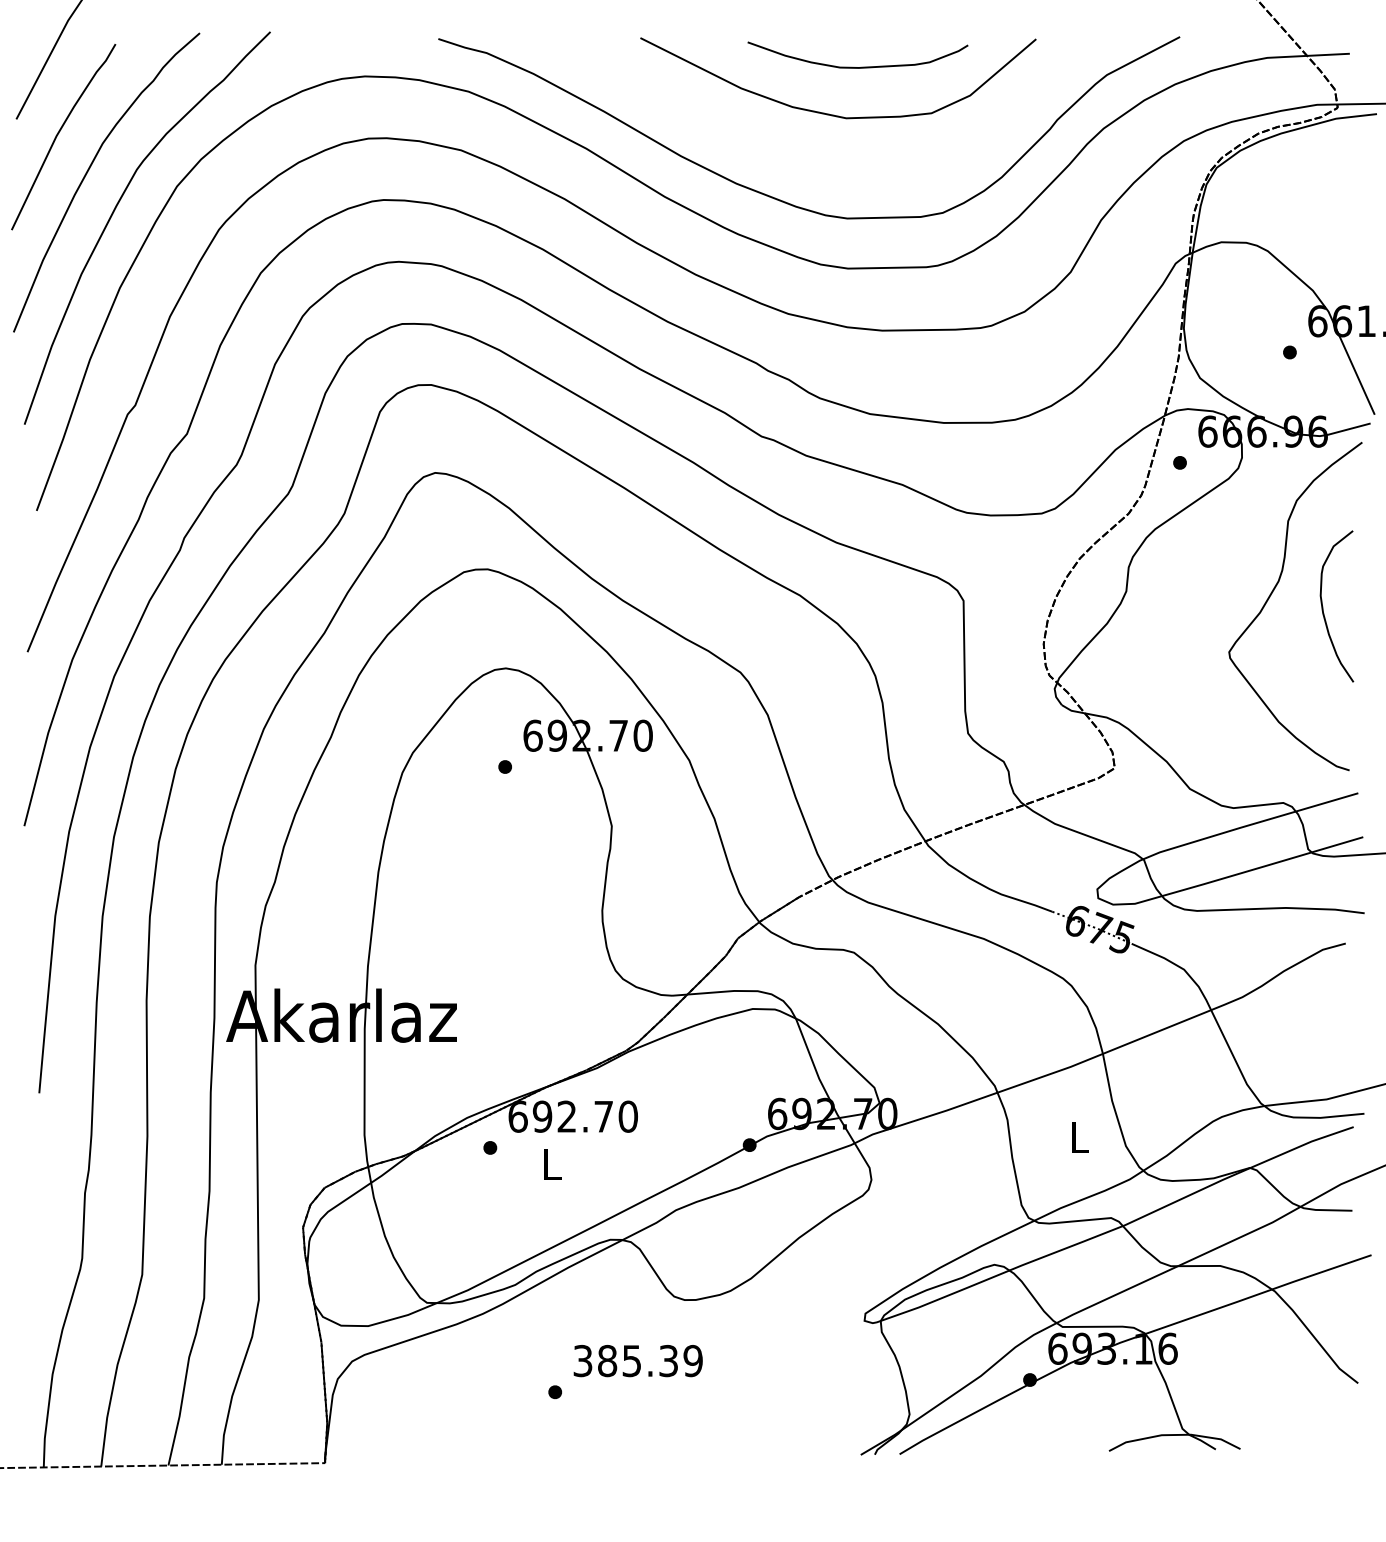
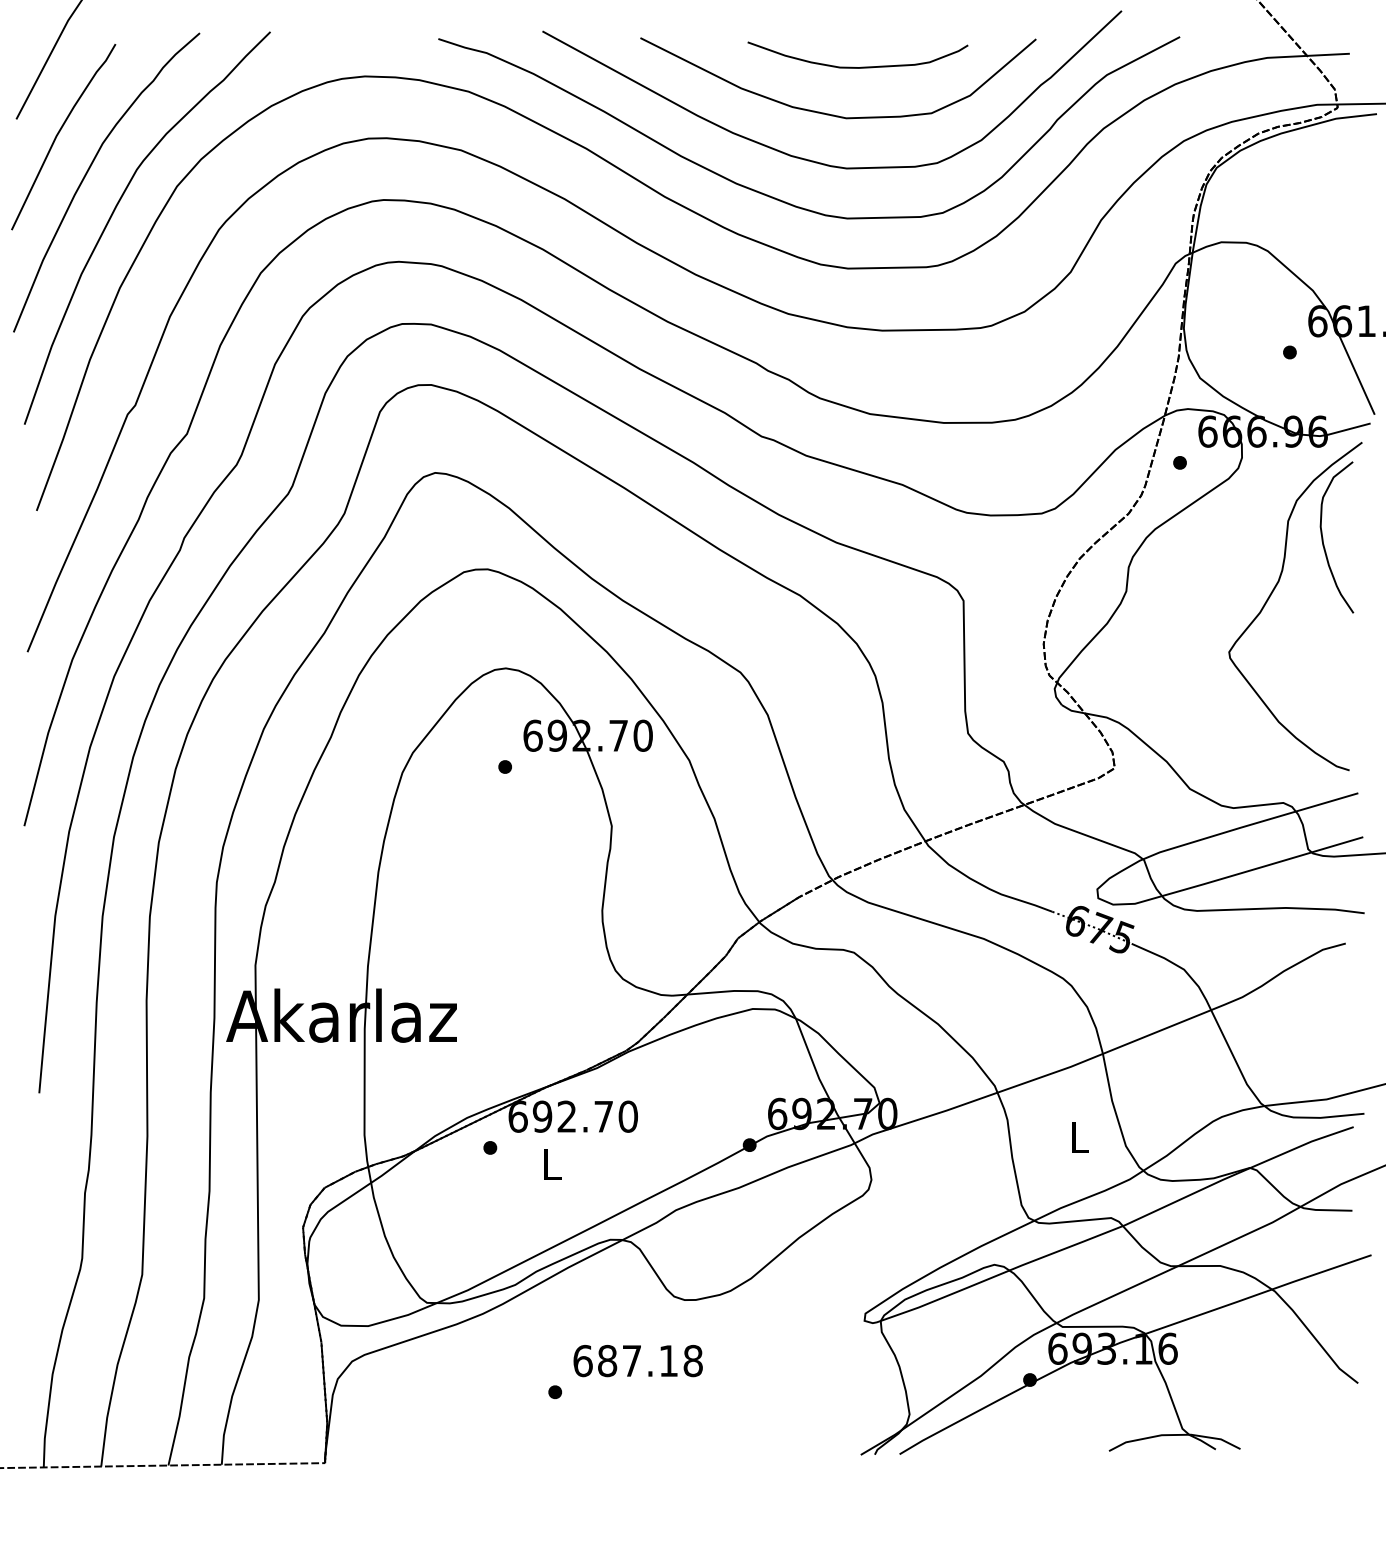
curve at (813, 160): none -> present
curve at (1323, 606) position: (1323, 606) -> (1323, 537)
text at (637, 1360): 385.39 -> 687.18
